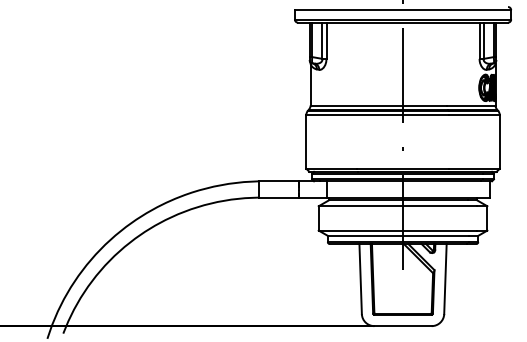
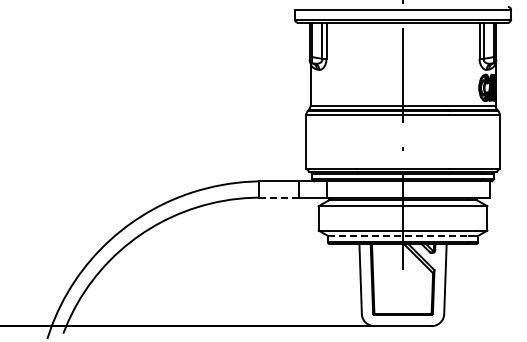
line at (279, 197): solid -> dashed
line at (398, 235): solid -> dashed
